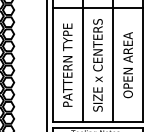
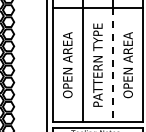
text at (67, 64): PATTERN TYPE -> OPEN AREA
text at (97, 65): SIZE x CENTERS -> PATTERN TYPE
line at (113, 65): solid -> dashed
